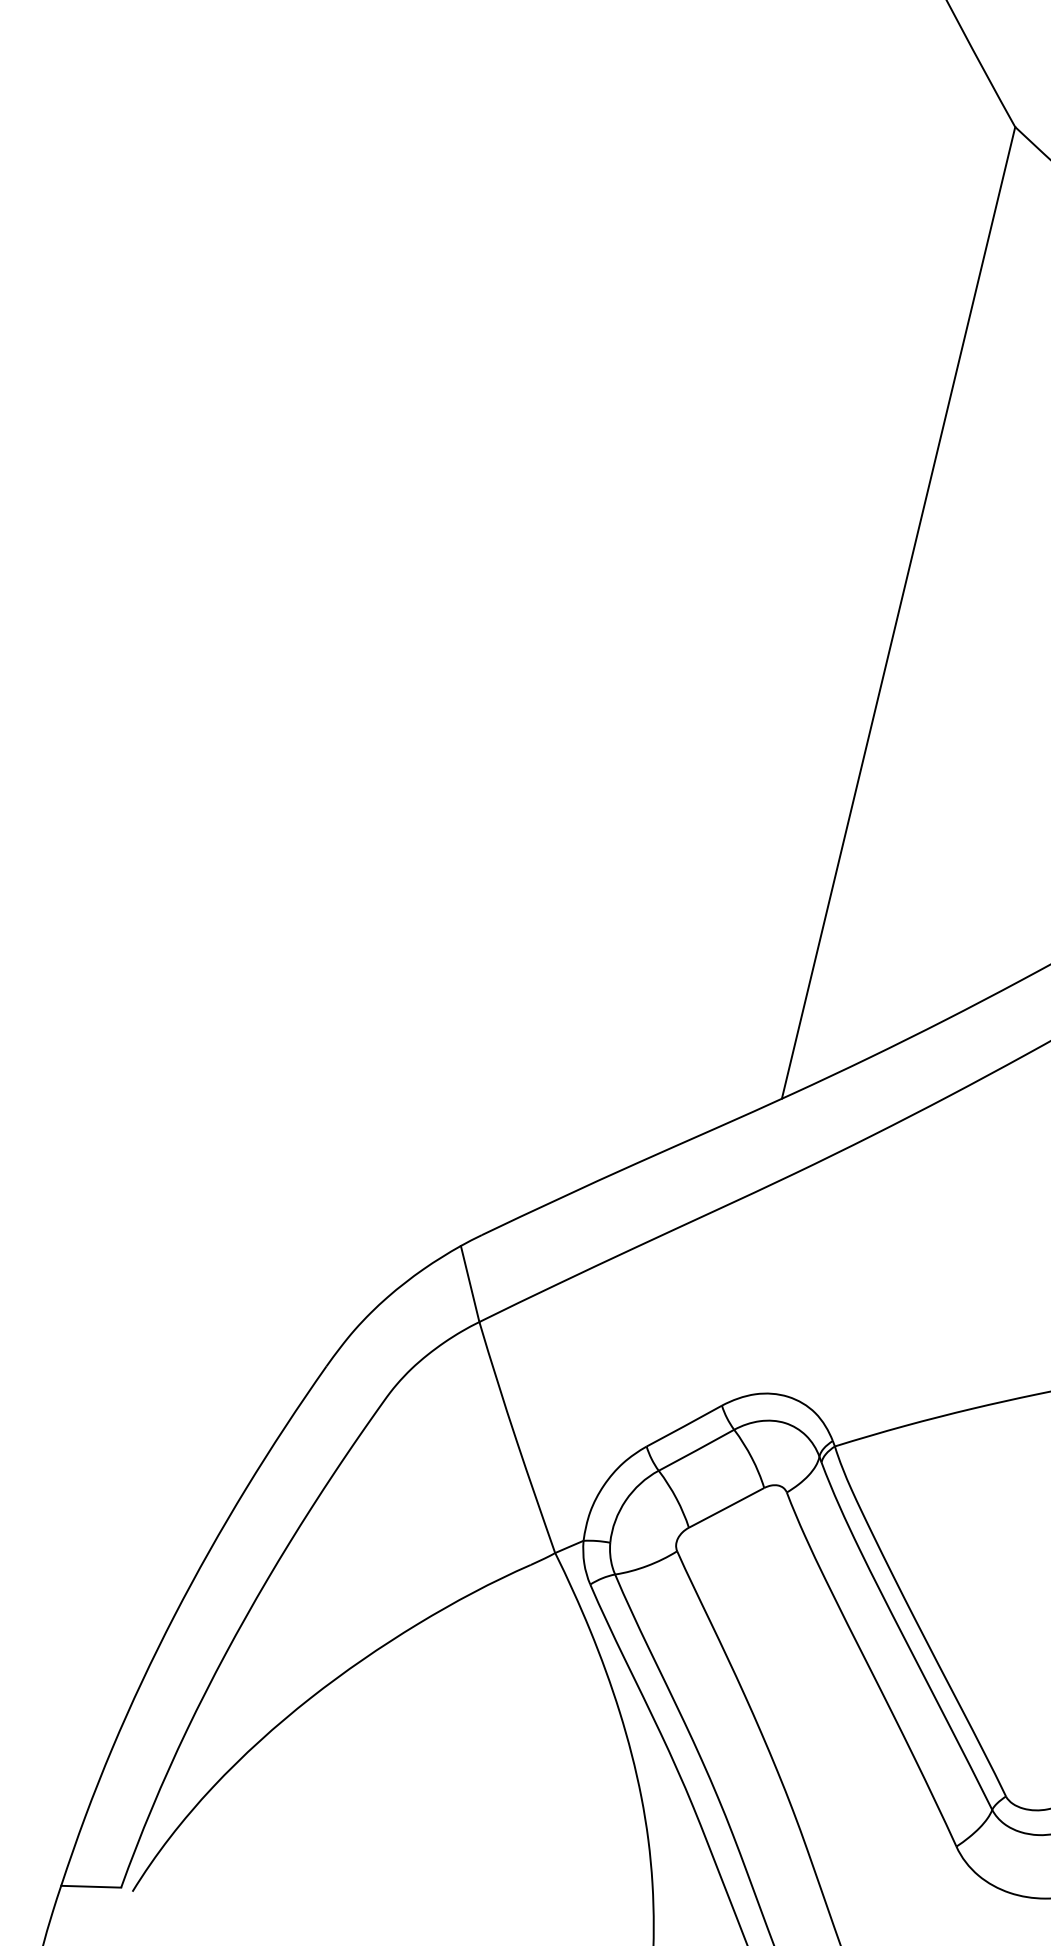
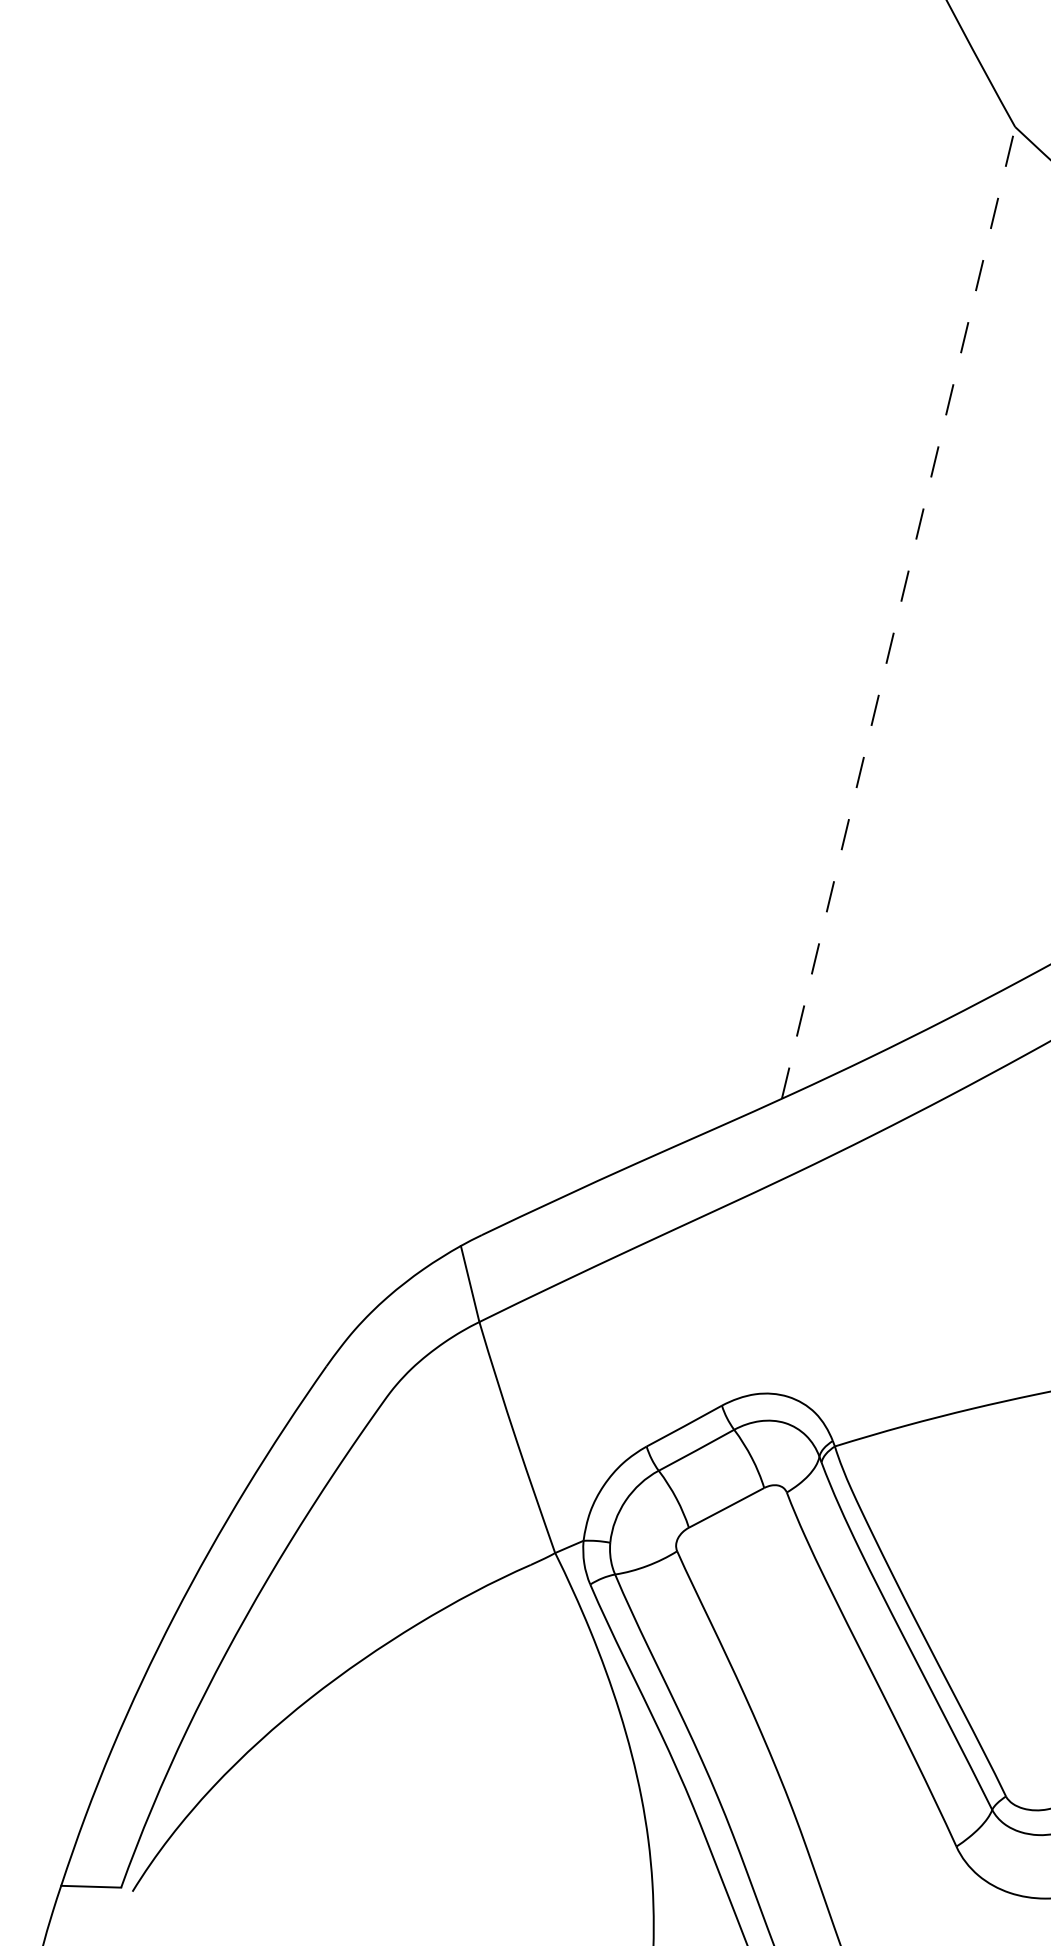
line at (898, 612): solid -> dashed
